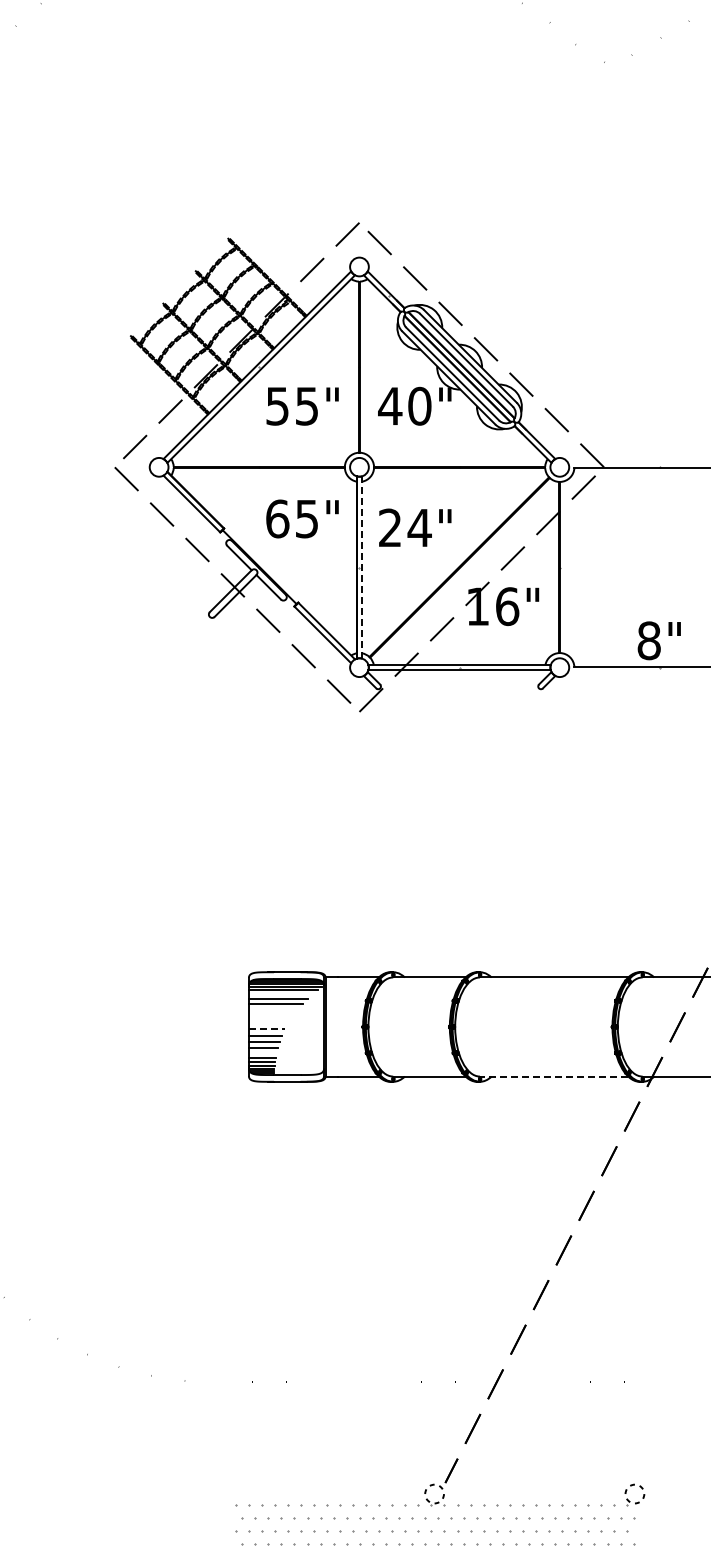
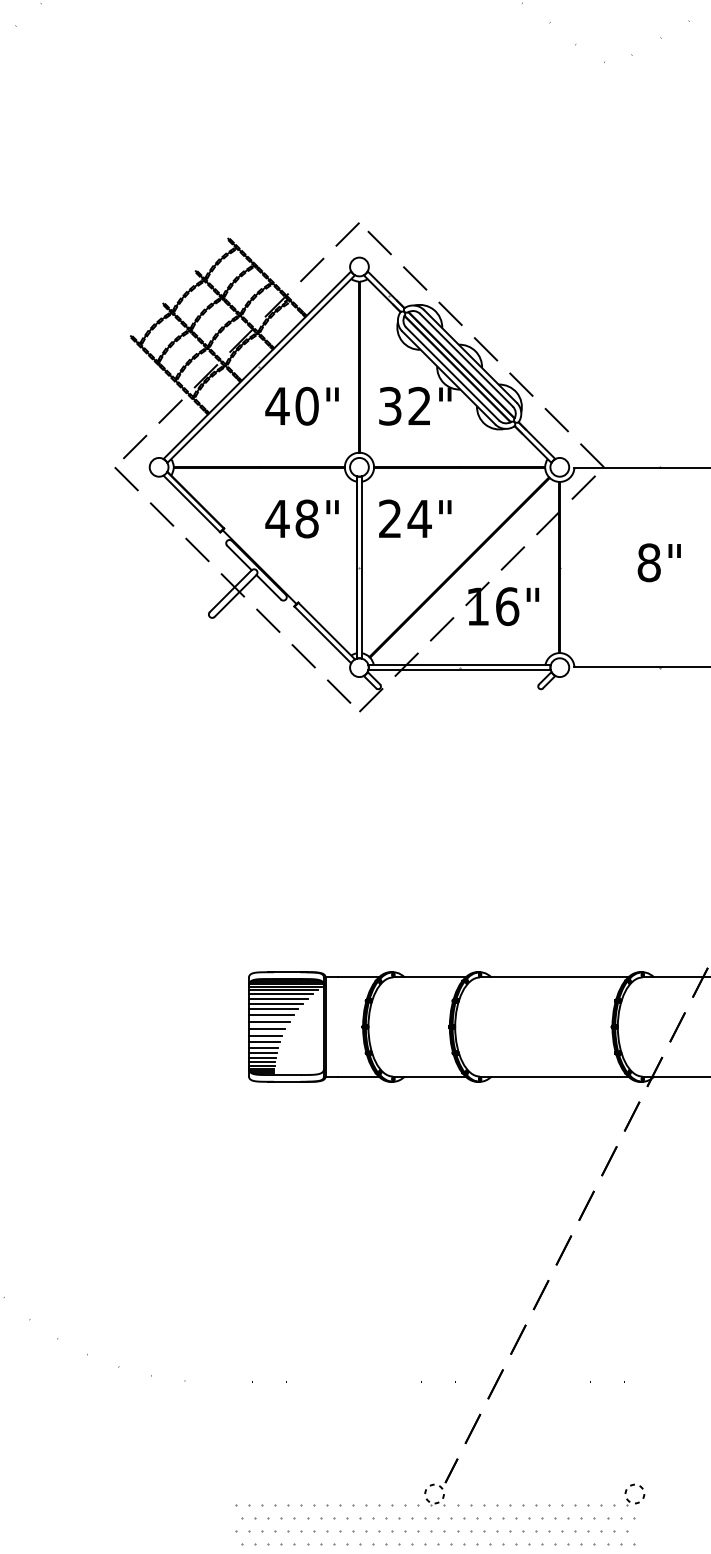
text at (291, 405): 55" -> 40"
text at (404, 405): 40" -> 32"
text at (291, 518): 65" -> 48"
text at (415, 527) position: (415, 527) -> (415, 518)
line at (362, 567): dashed -> solid
text at (658, 640) position: (658, 640) -> (658, 562)
line at (280, 994): none -> present
line at (273, 1009): none -> present
line at (270, 1015): none -> present
line at (268, 1021): none -> present
line at (267, 1029): dashed -> solid
line at (262, 1053): none -> present
line at (553, 1076): dashed -> solid
